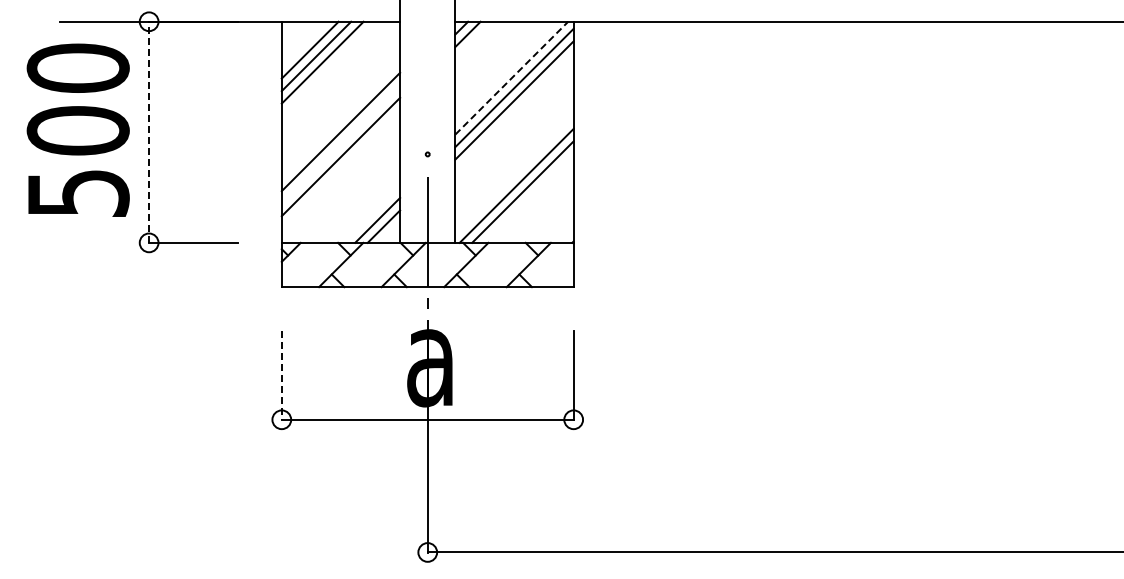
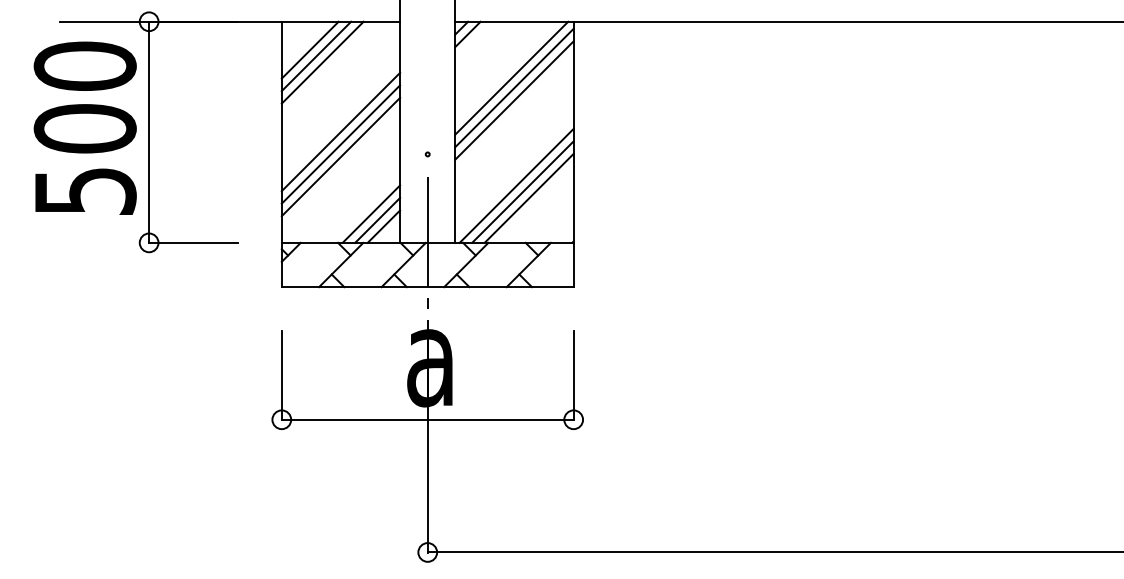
line at (511, 78): dashed -> solid
text at (77, 129) position: (77, 129) -> (84, 127)
line at (149, 132): dashed -> solid
line at (340, 144): none -> present
line at (528, 197): none -> present
line at (371, 213): none -> present
line at (281, 376): dashed -> solid
